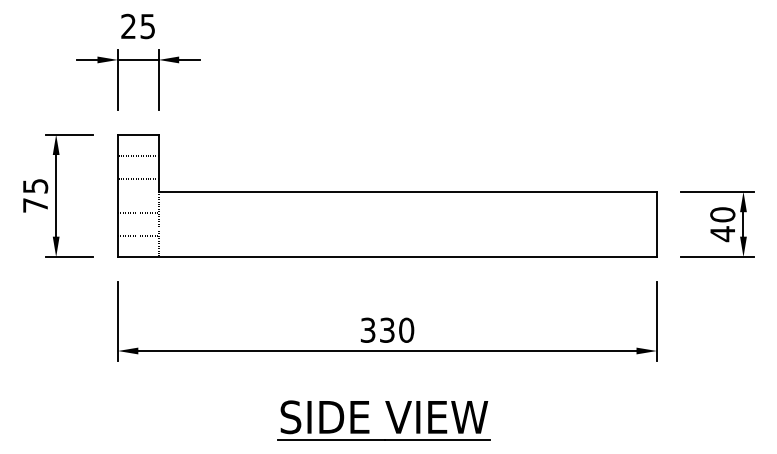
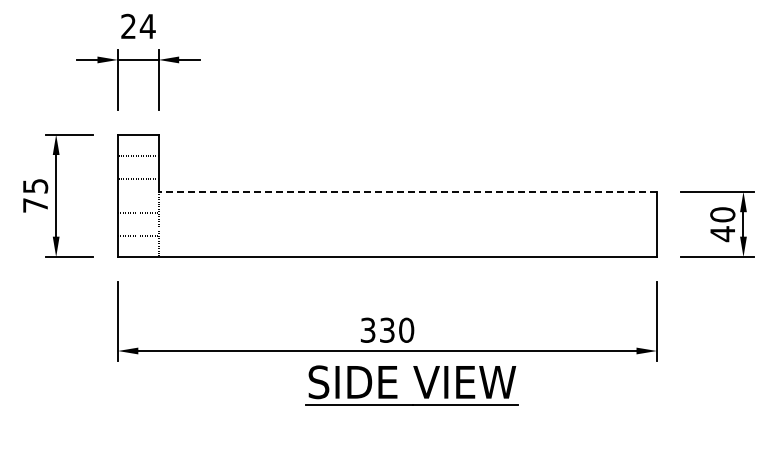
text at (147, 26): 25 -> 24
line at (407, 191): solid -> dashed
part at (390, 417) position: (390, 417) -> (418, 382)
